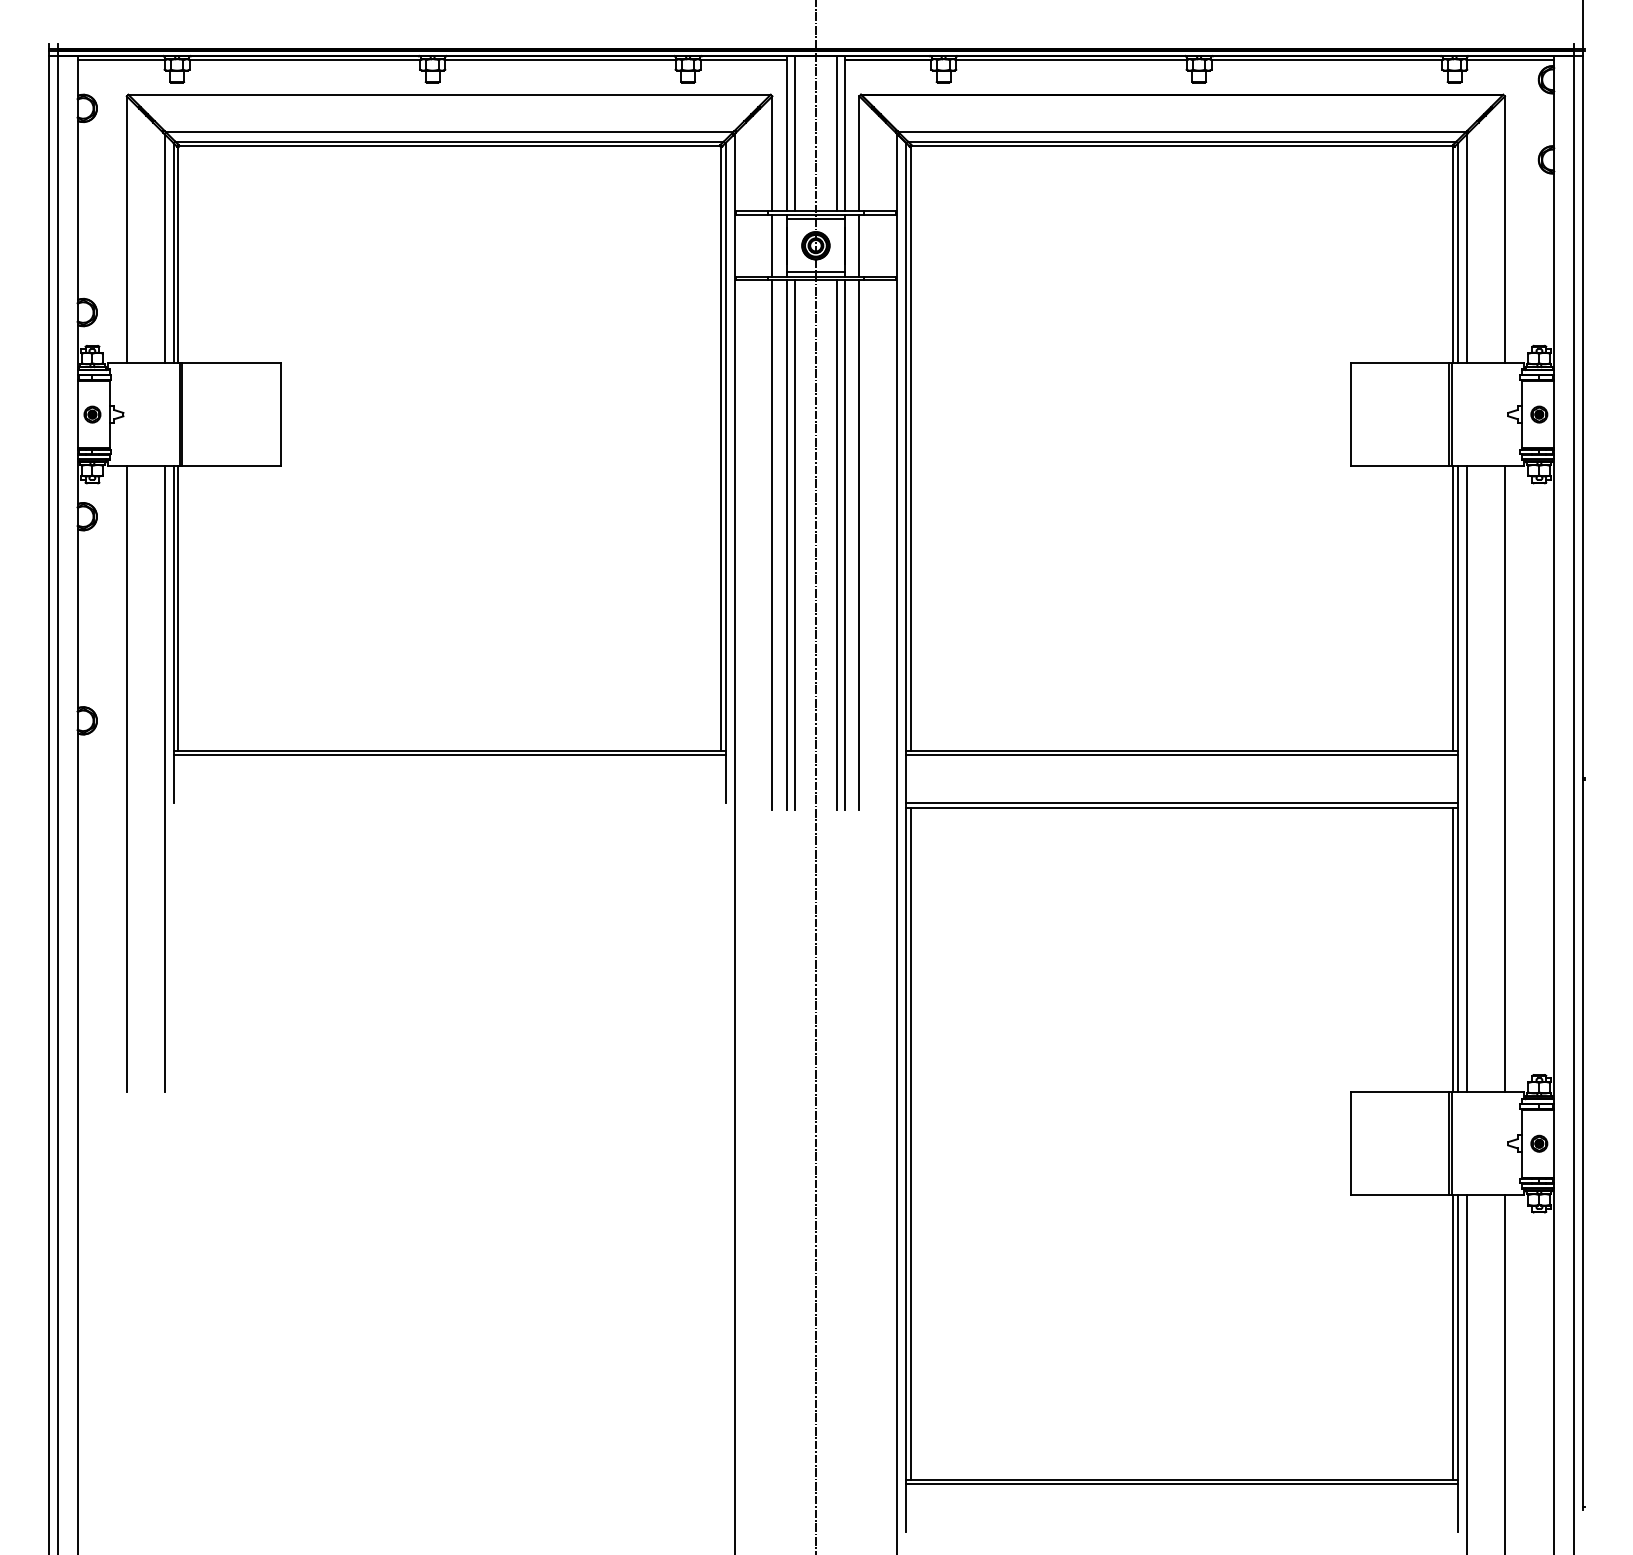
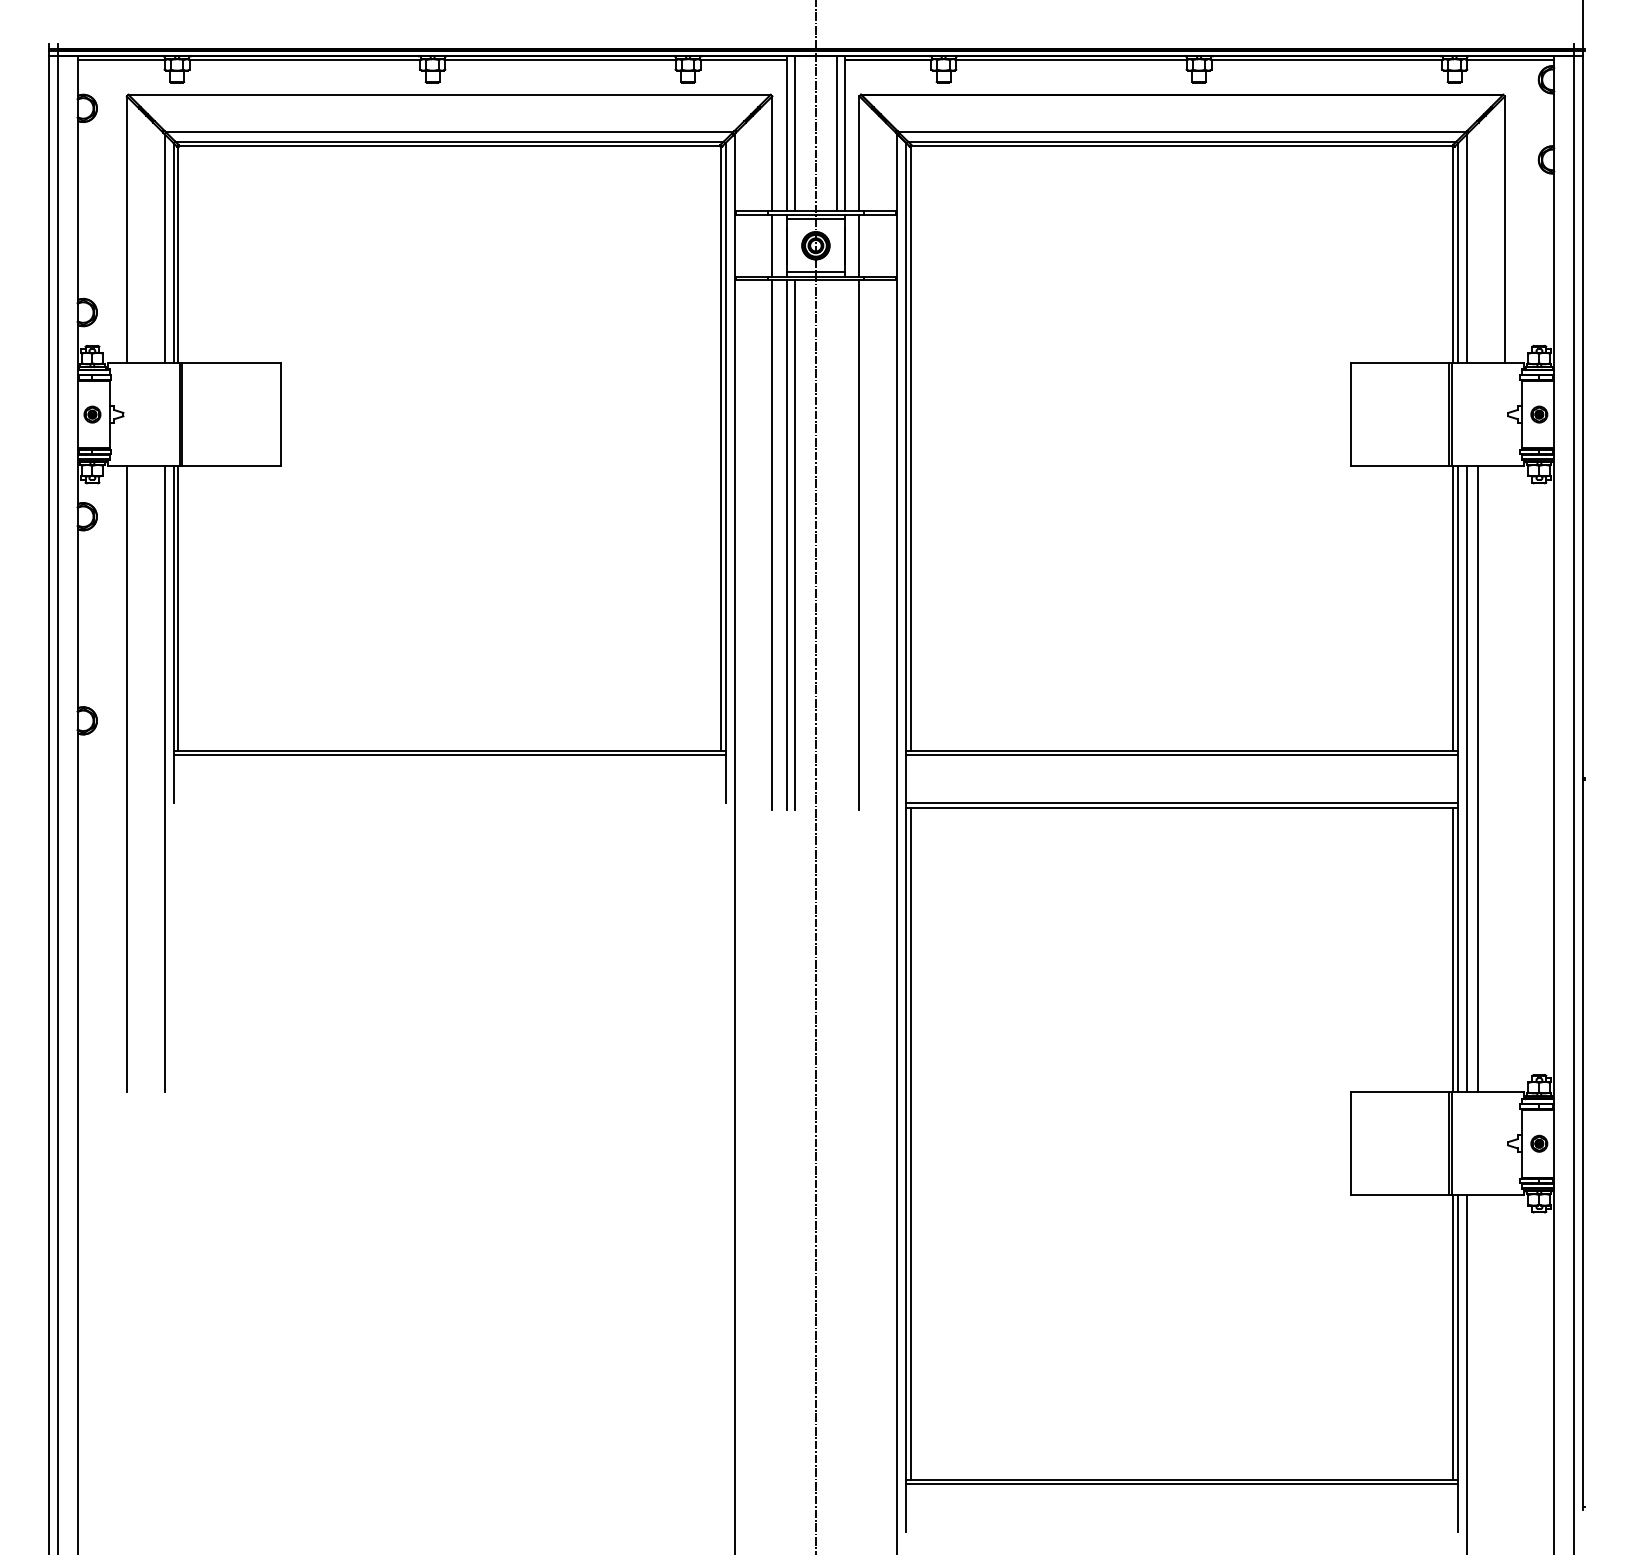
line at (836, 545): present -> none
line at (844, 545): present -> none
line at (1504, 779) position: (1504, 779) -> (1477, 779)
line at (1504, 1373): present -> none
